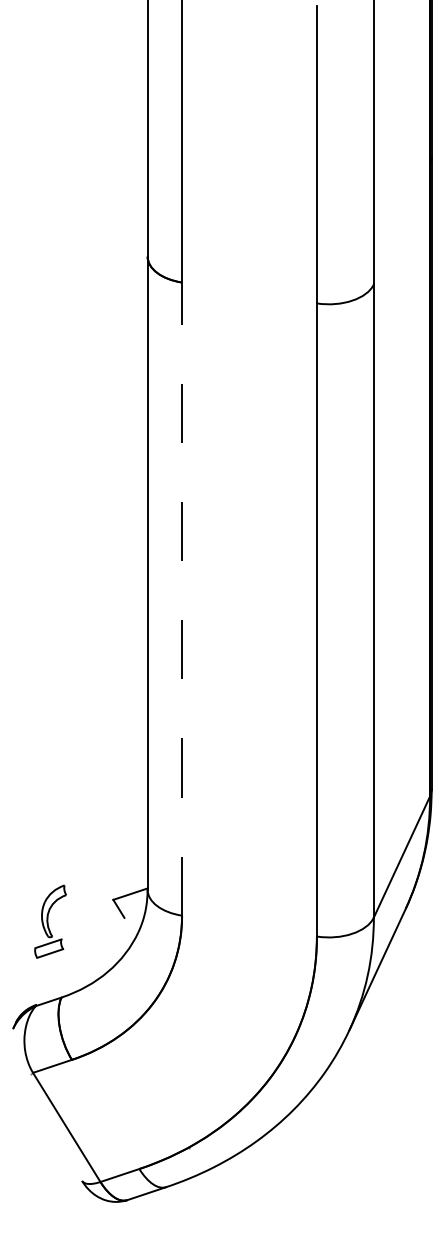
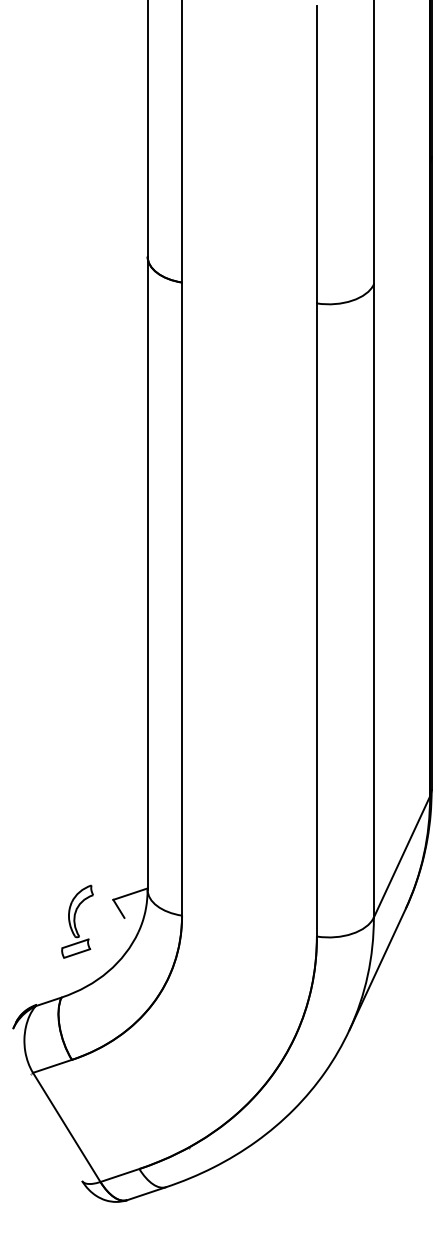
line at (182, 599): dashed -> solid
part at (50, 921) position: (50, 921) -> (77, 921)
